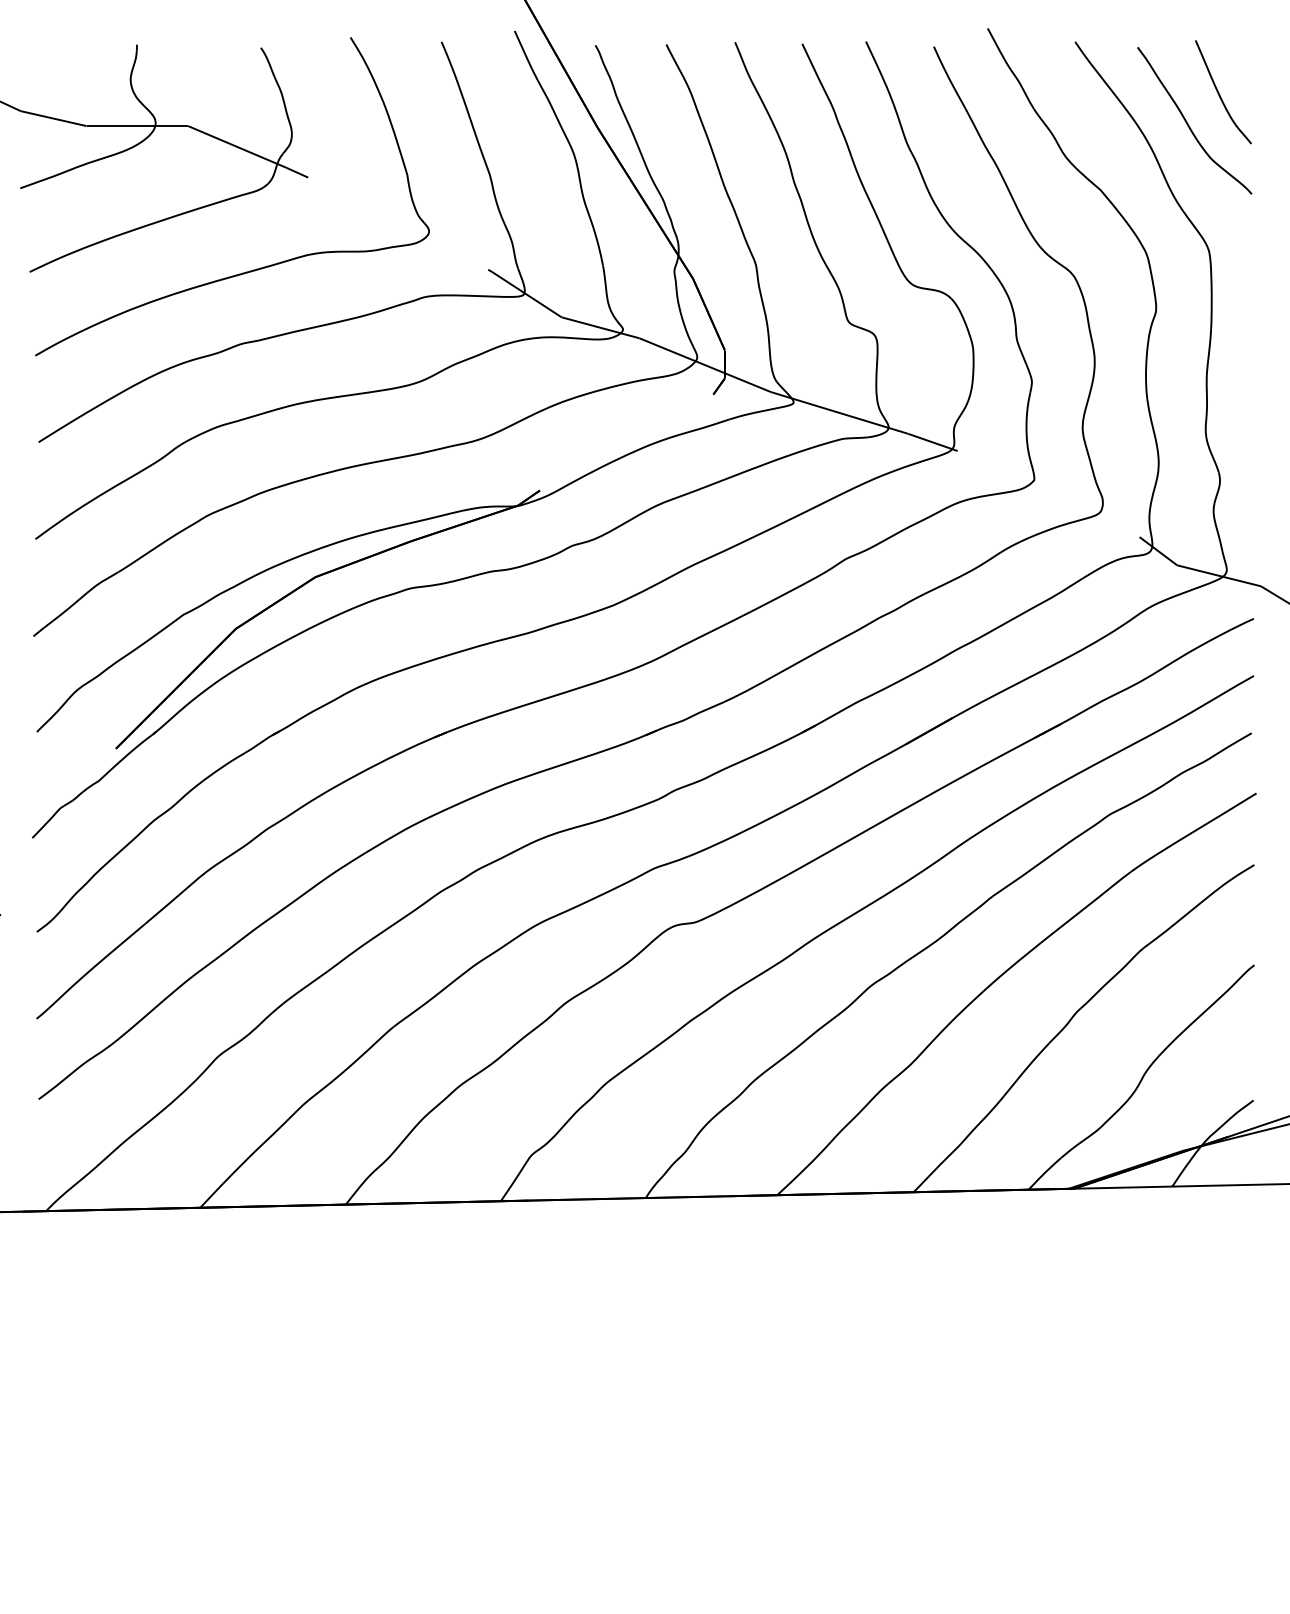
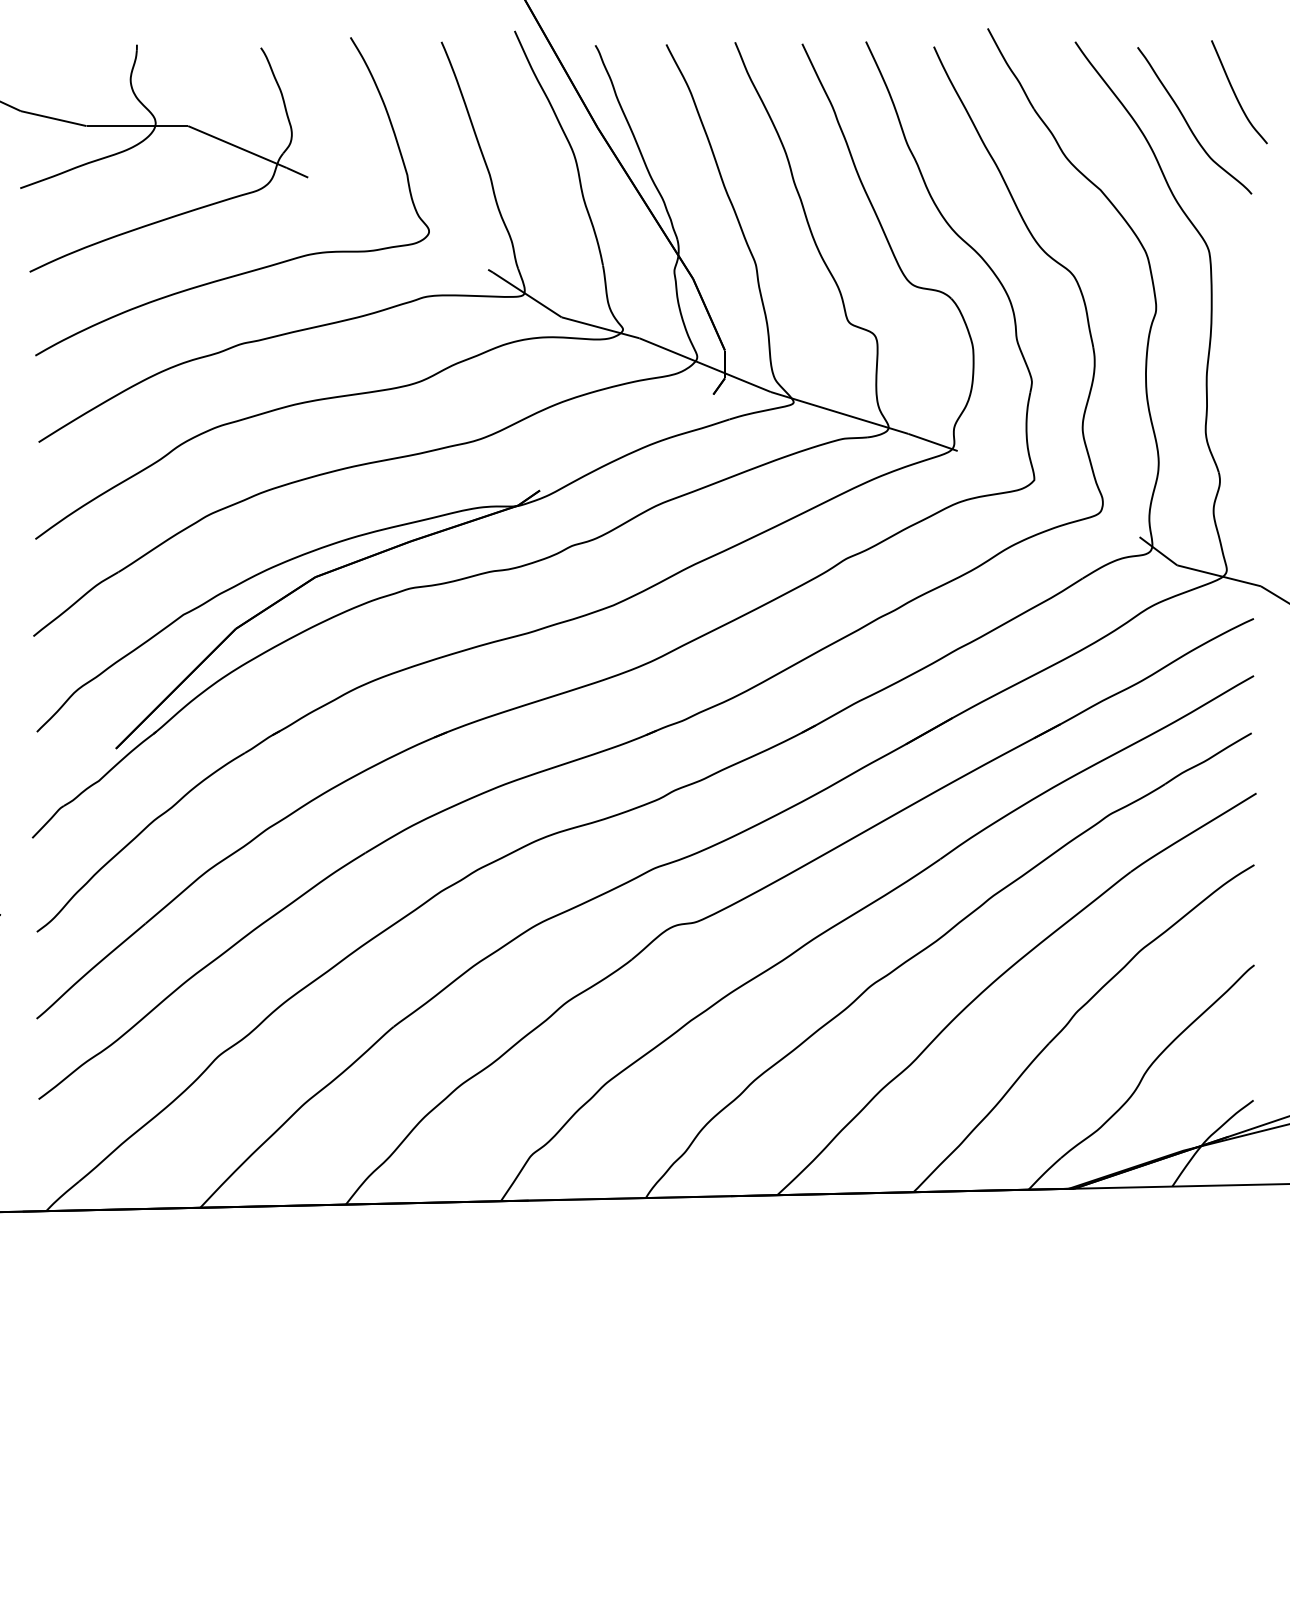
curve at (1220, 94) position: (1220, 94) -> (1236, 94)
